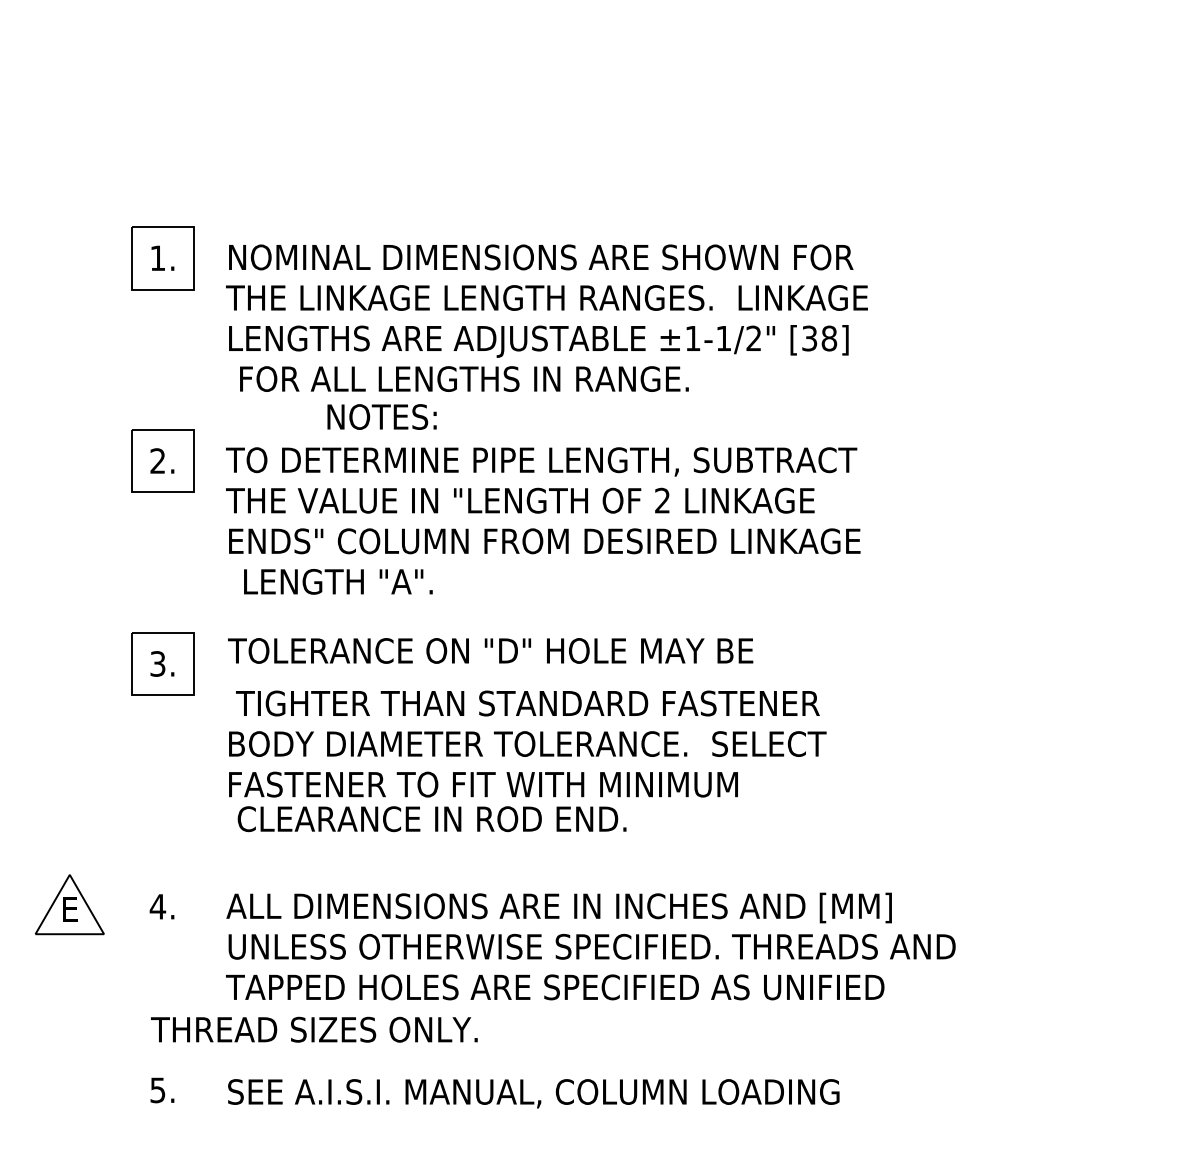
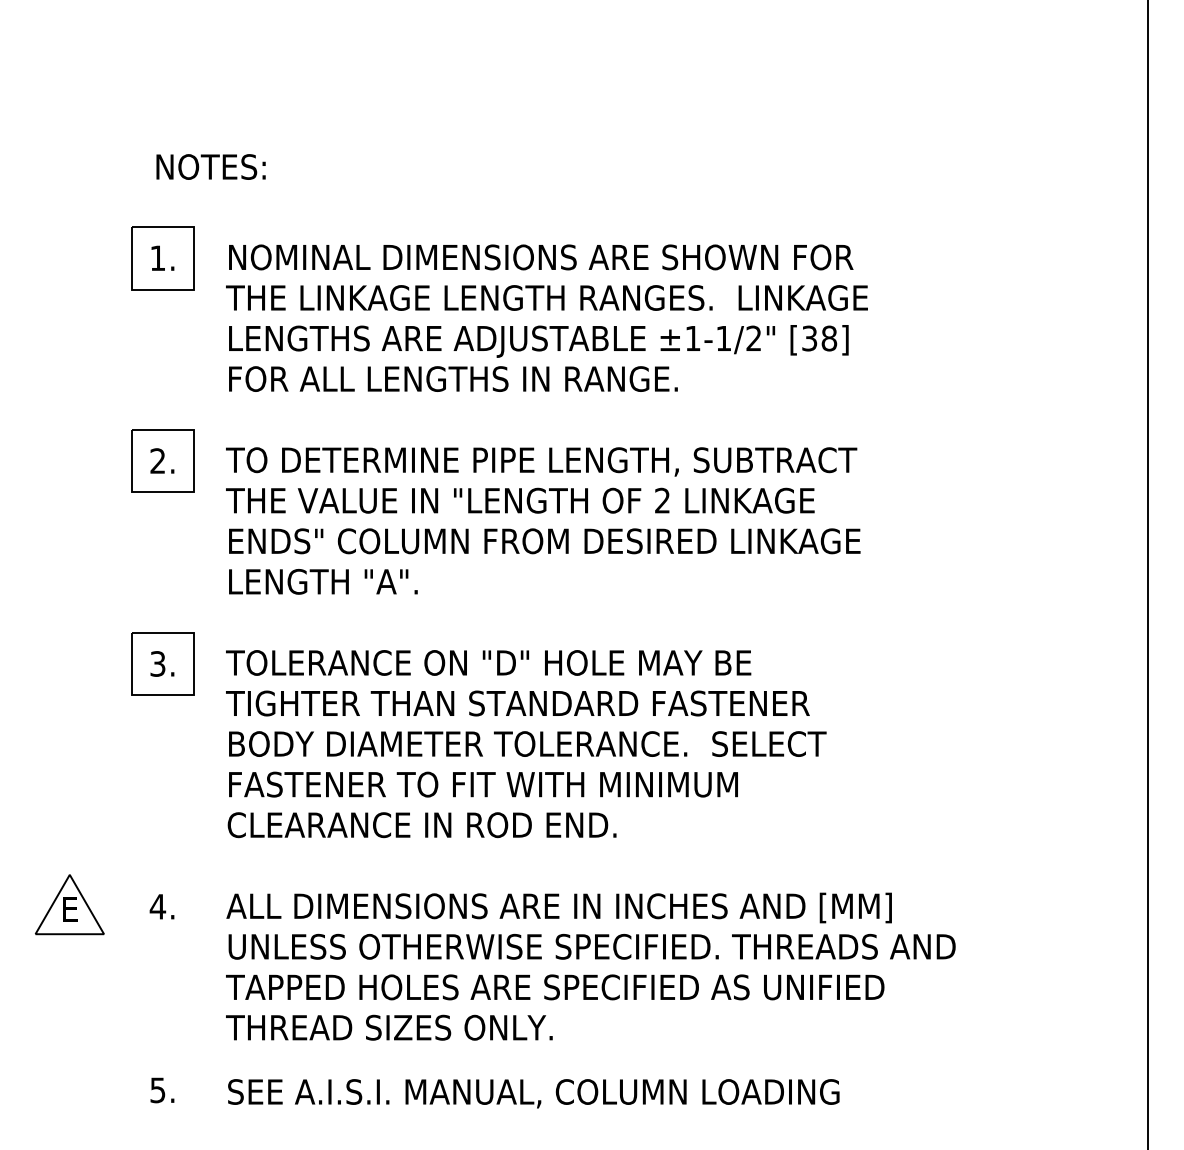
text at (464, 378) position: (464, 378) -> (453, 378)
text at (381, 416) position: (381, 416) -> (210, 166)
line at (1148, 574): none -> present
text at (338, 581) position: (338, 581) -> (323, 581)
text at (490, 650) position: (490, 650) -> (488, 662)
text at (527, 703) position: (527, 703) -> (517, 703)
text at (431, 819) position: (431, 819) -> (421, 825)
text at (314, 1029) position: (314, 1029) -> (389, 1027)
